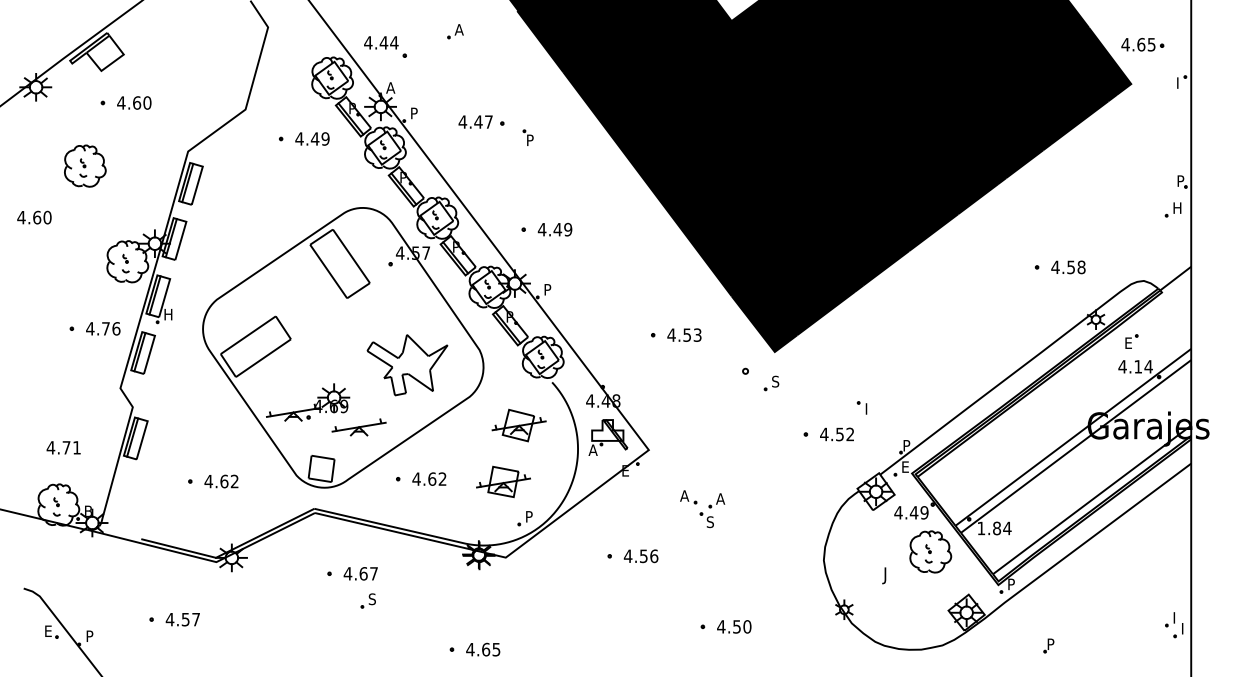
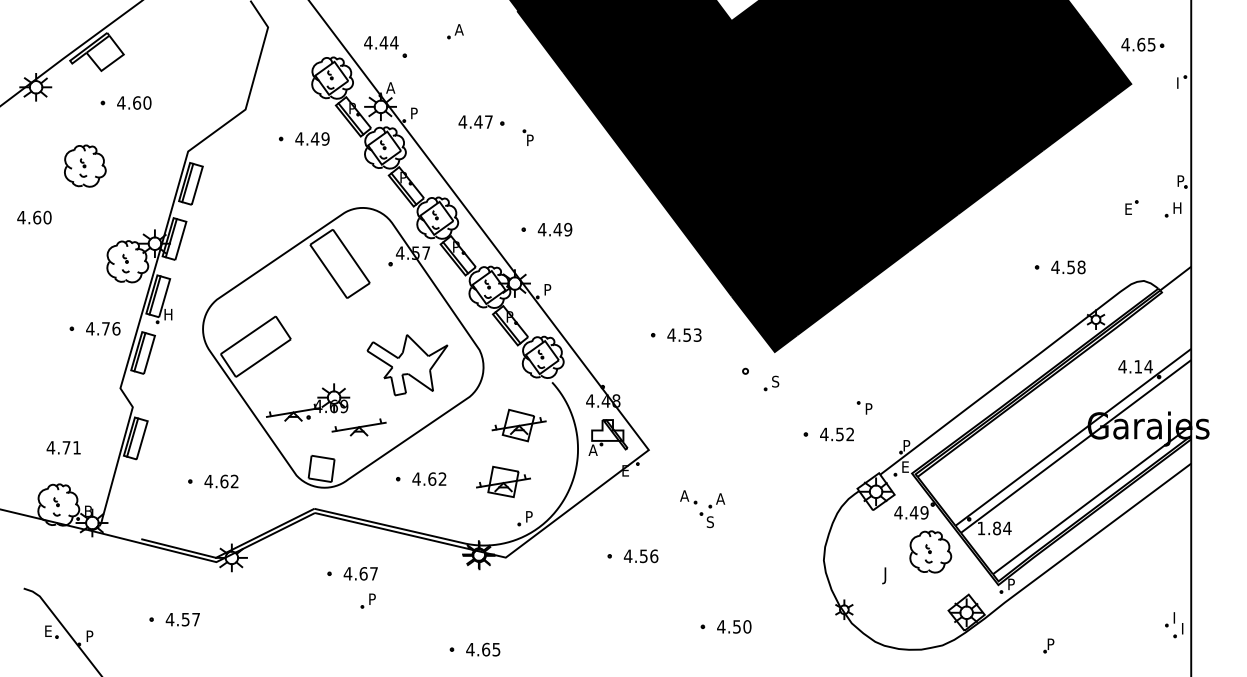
part at (1131, 341) position: (1131, 341) -> (1131, 207)
text at (869, 406): I -> P
text at (371, 599): S -> P
